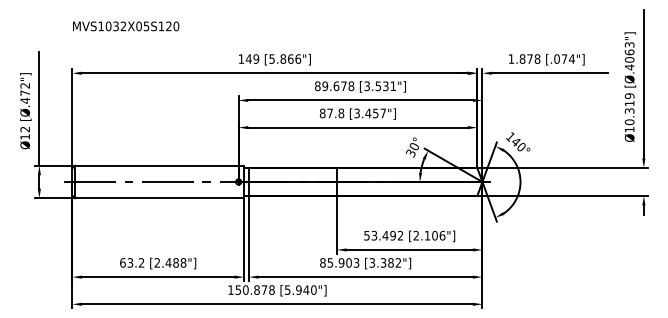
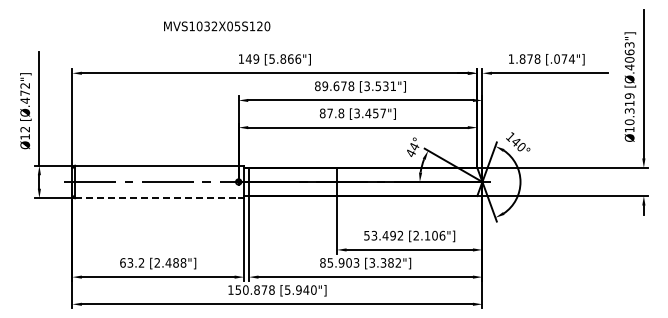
text at (126, 26) position: (126, 26) -> (217, 26)
text at (412, 150): 30° -> 44°
line at (156, 198): solid -> dashed
